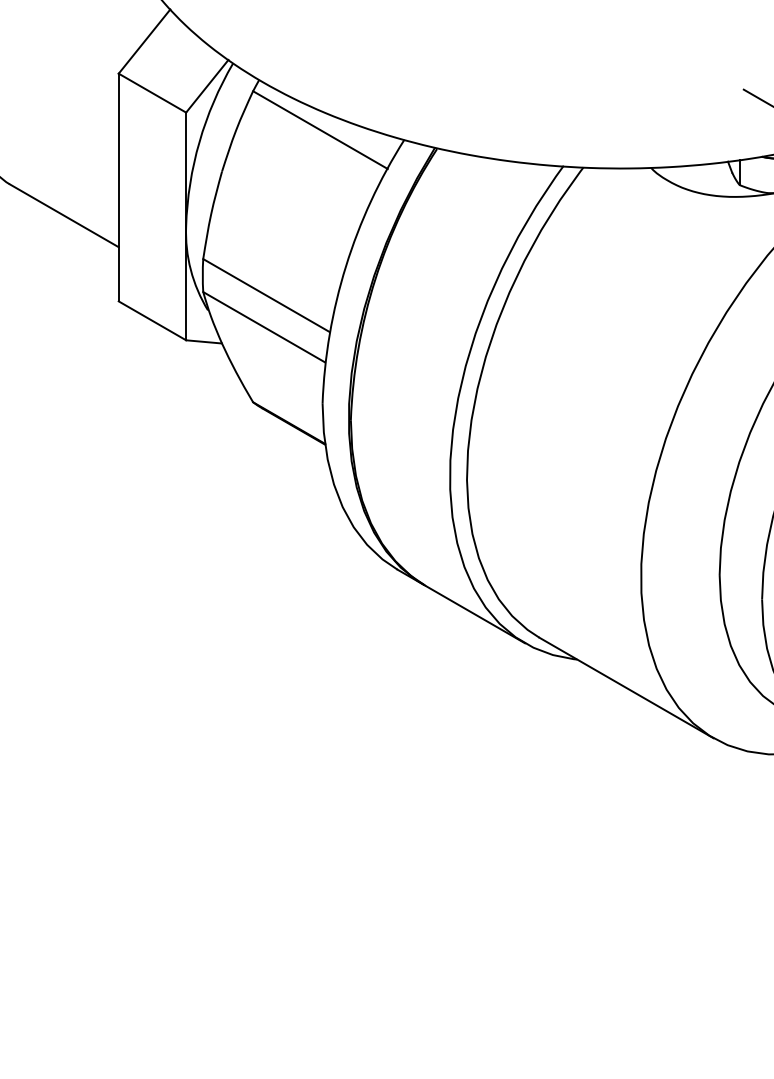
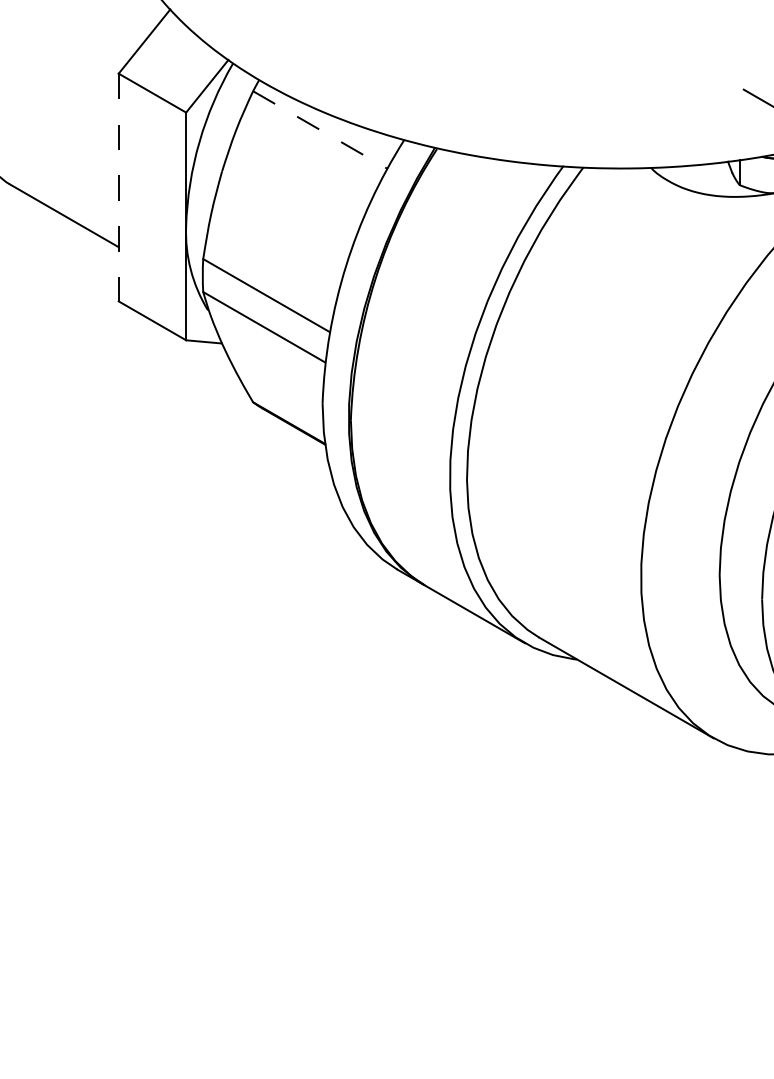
line at (320, 130): solid -> dashed
line at (118, 187): solid -> dashed
